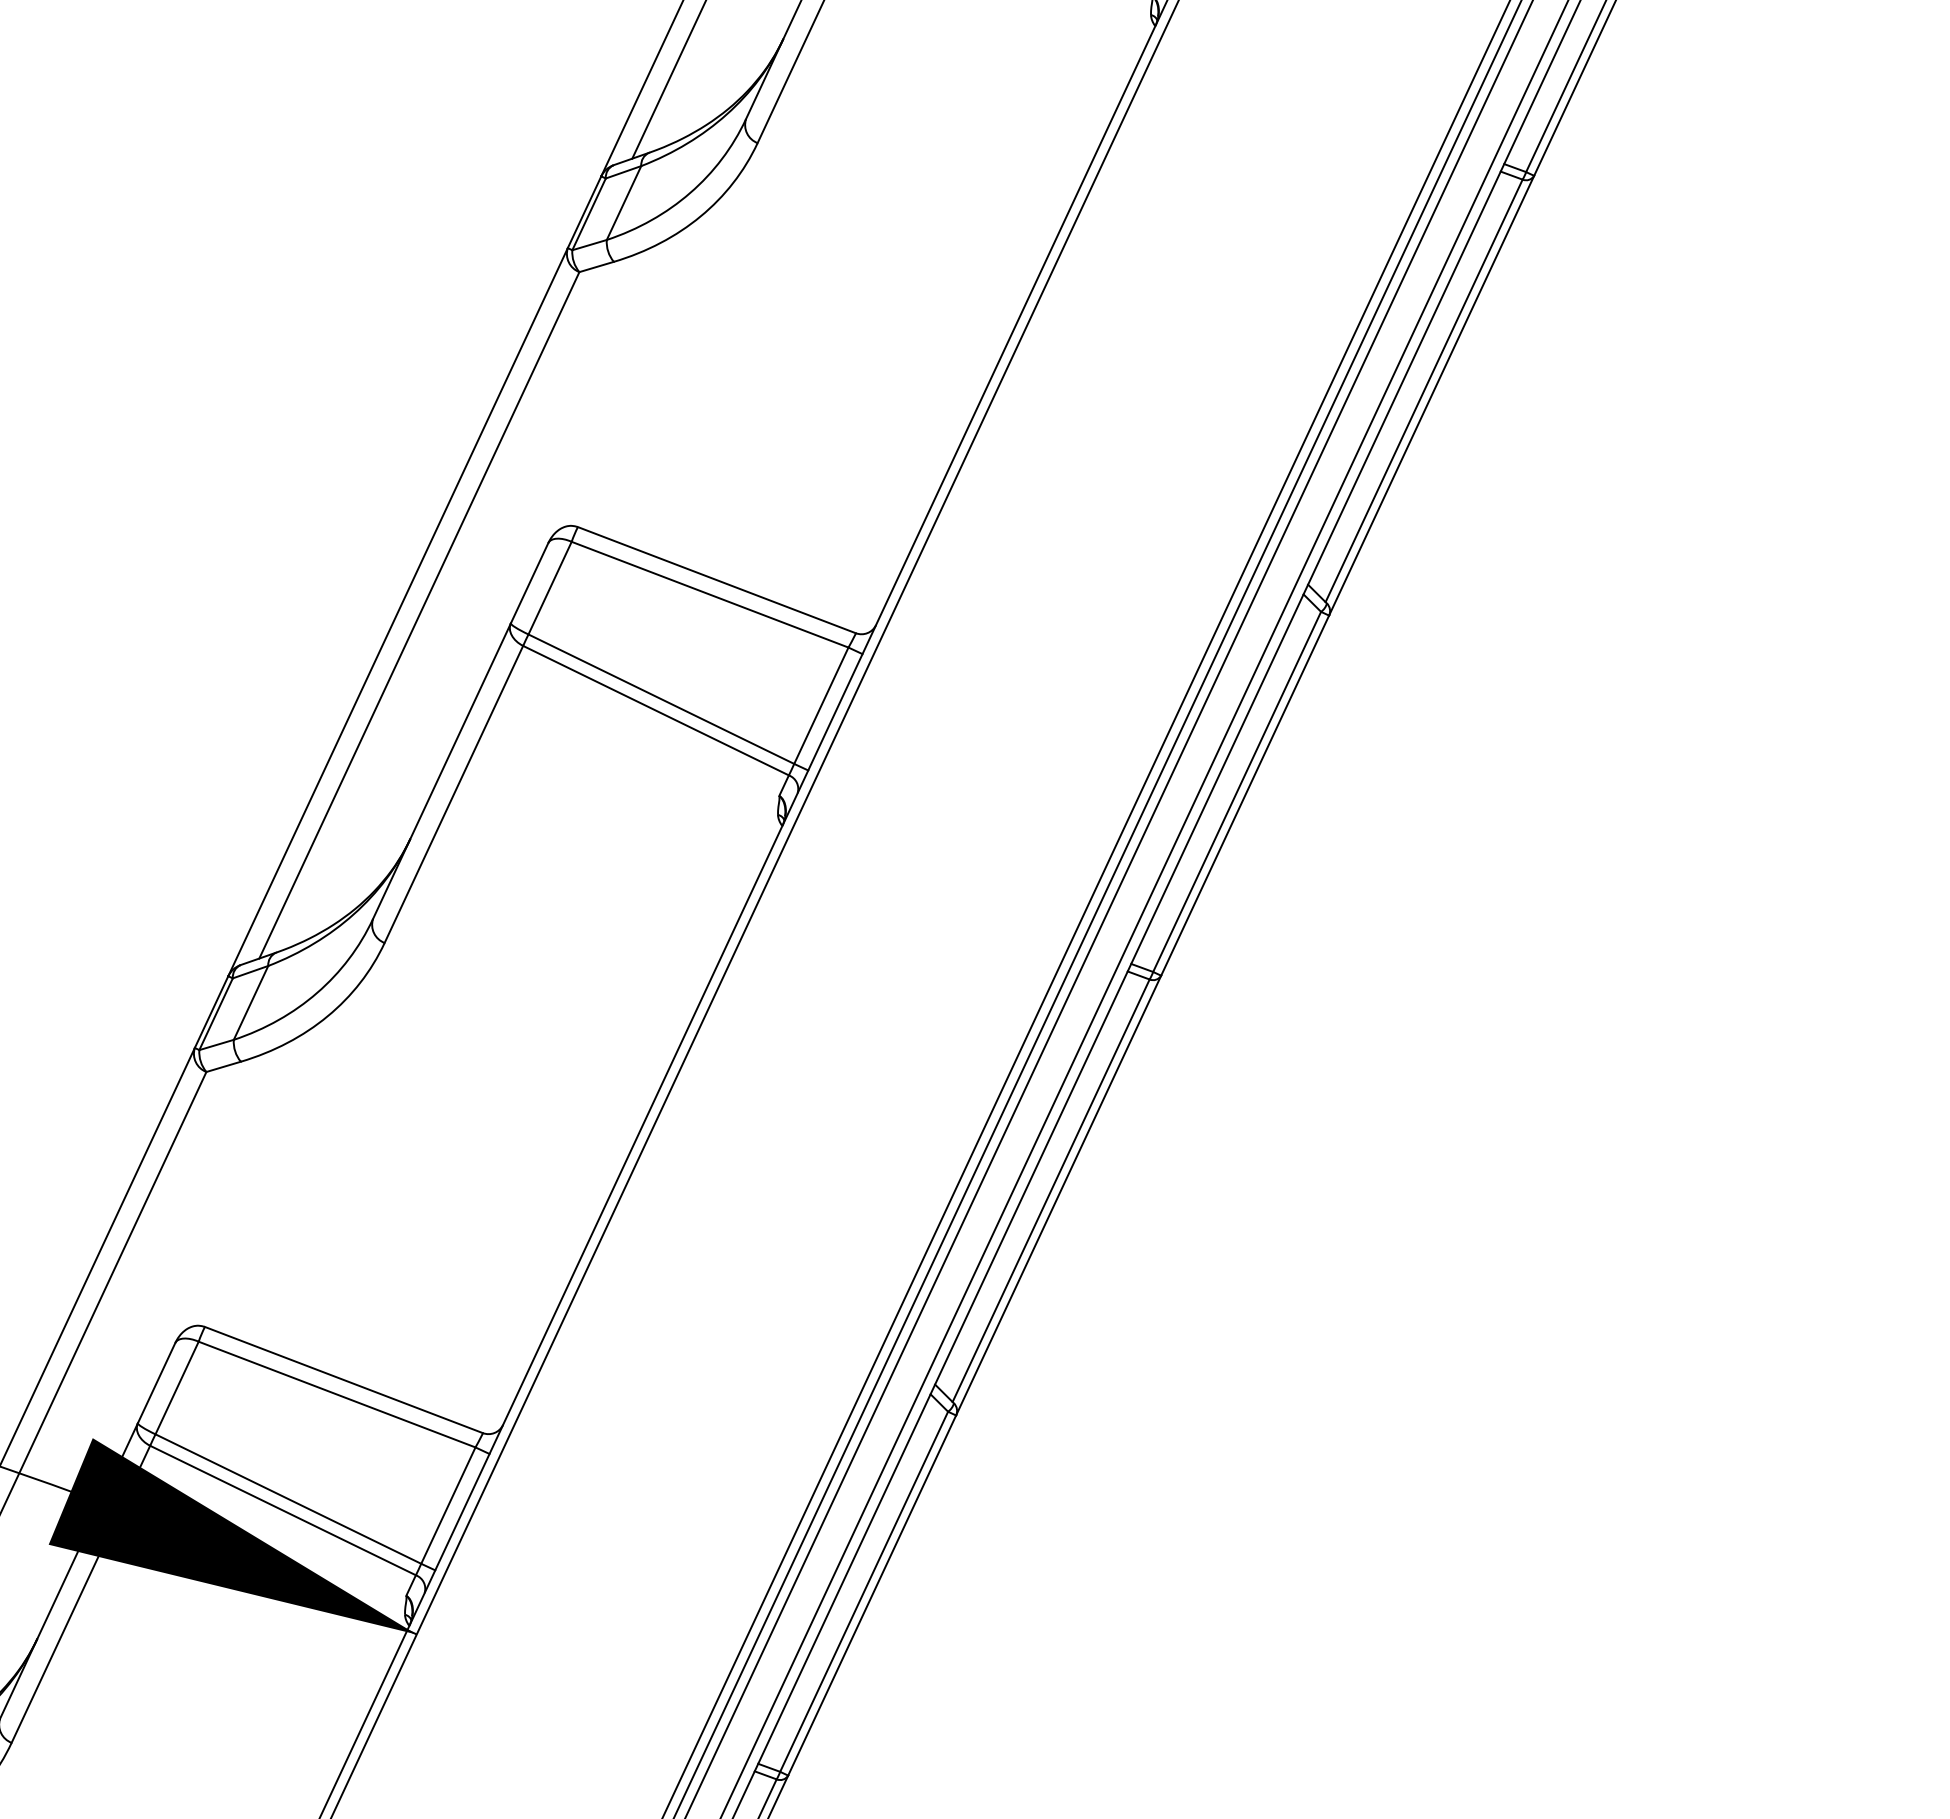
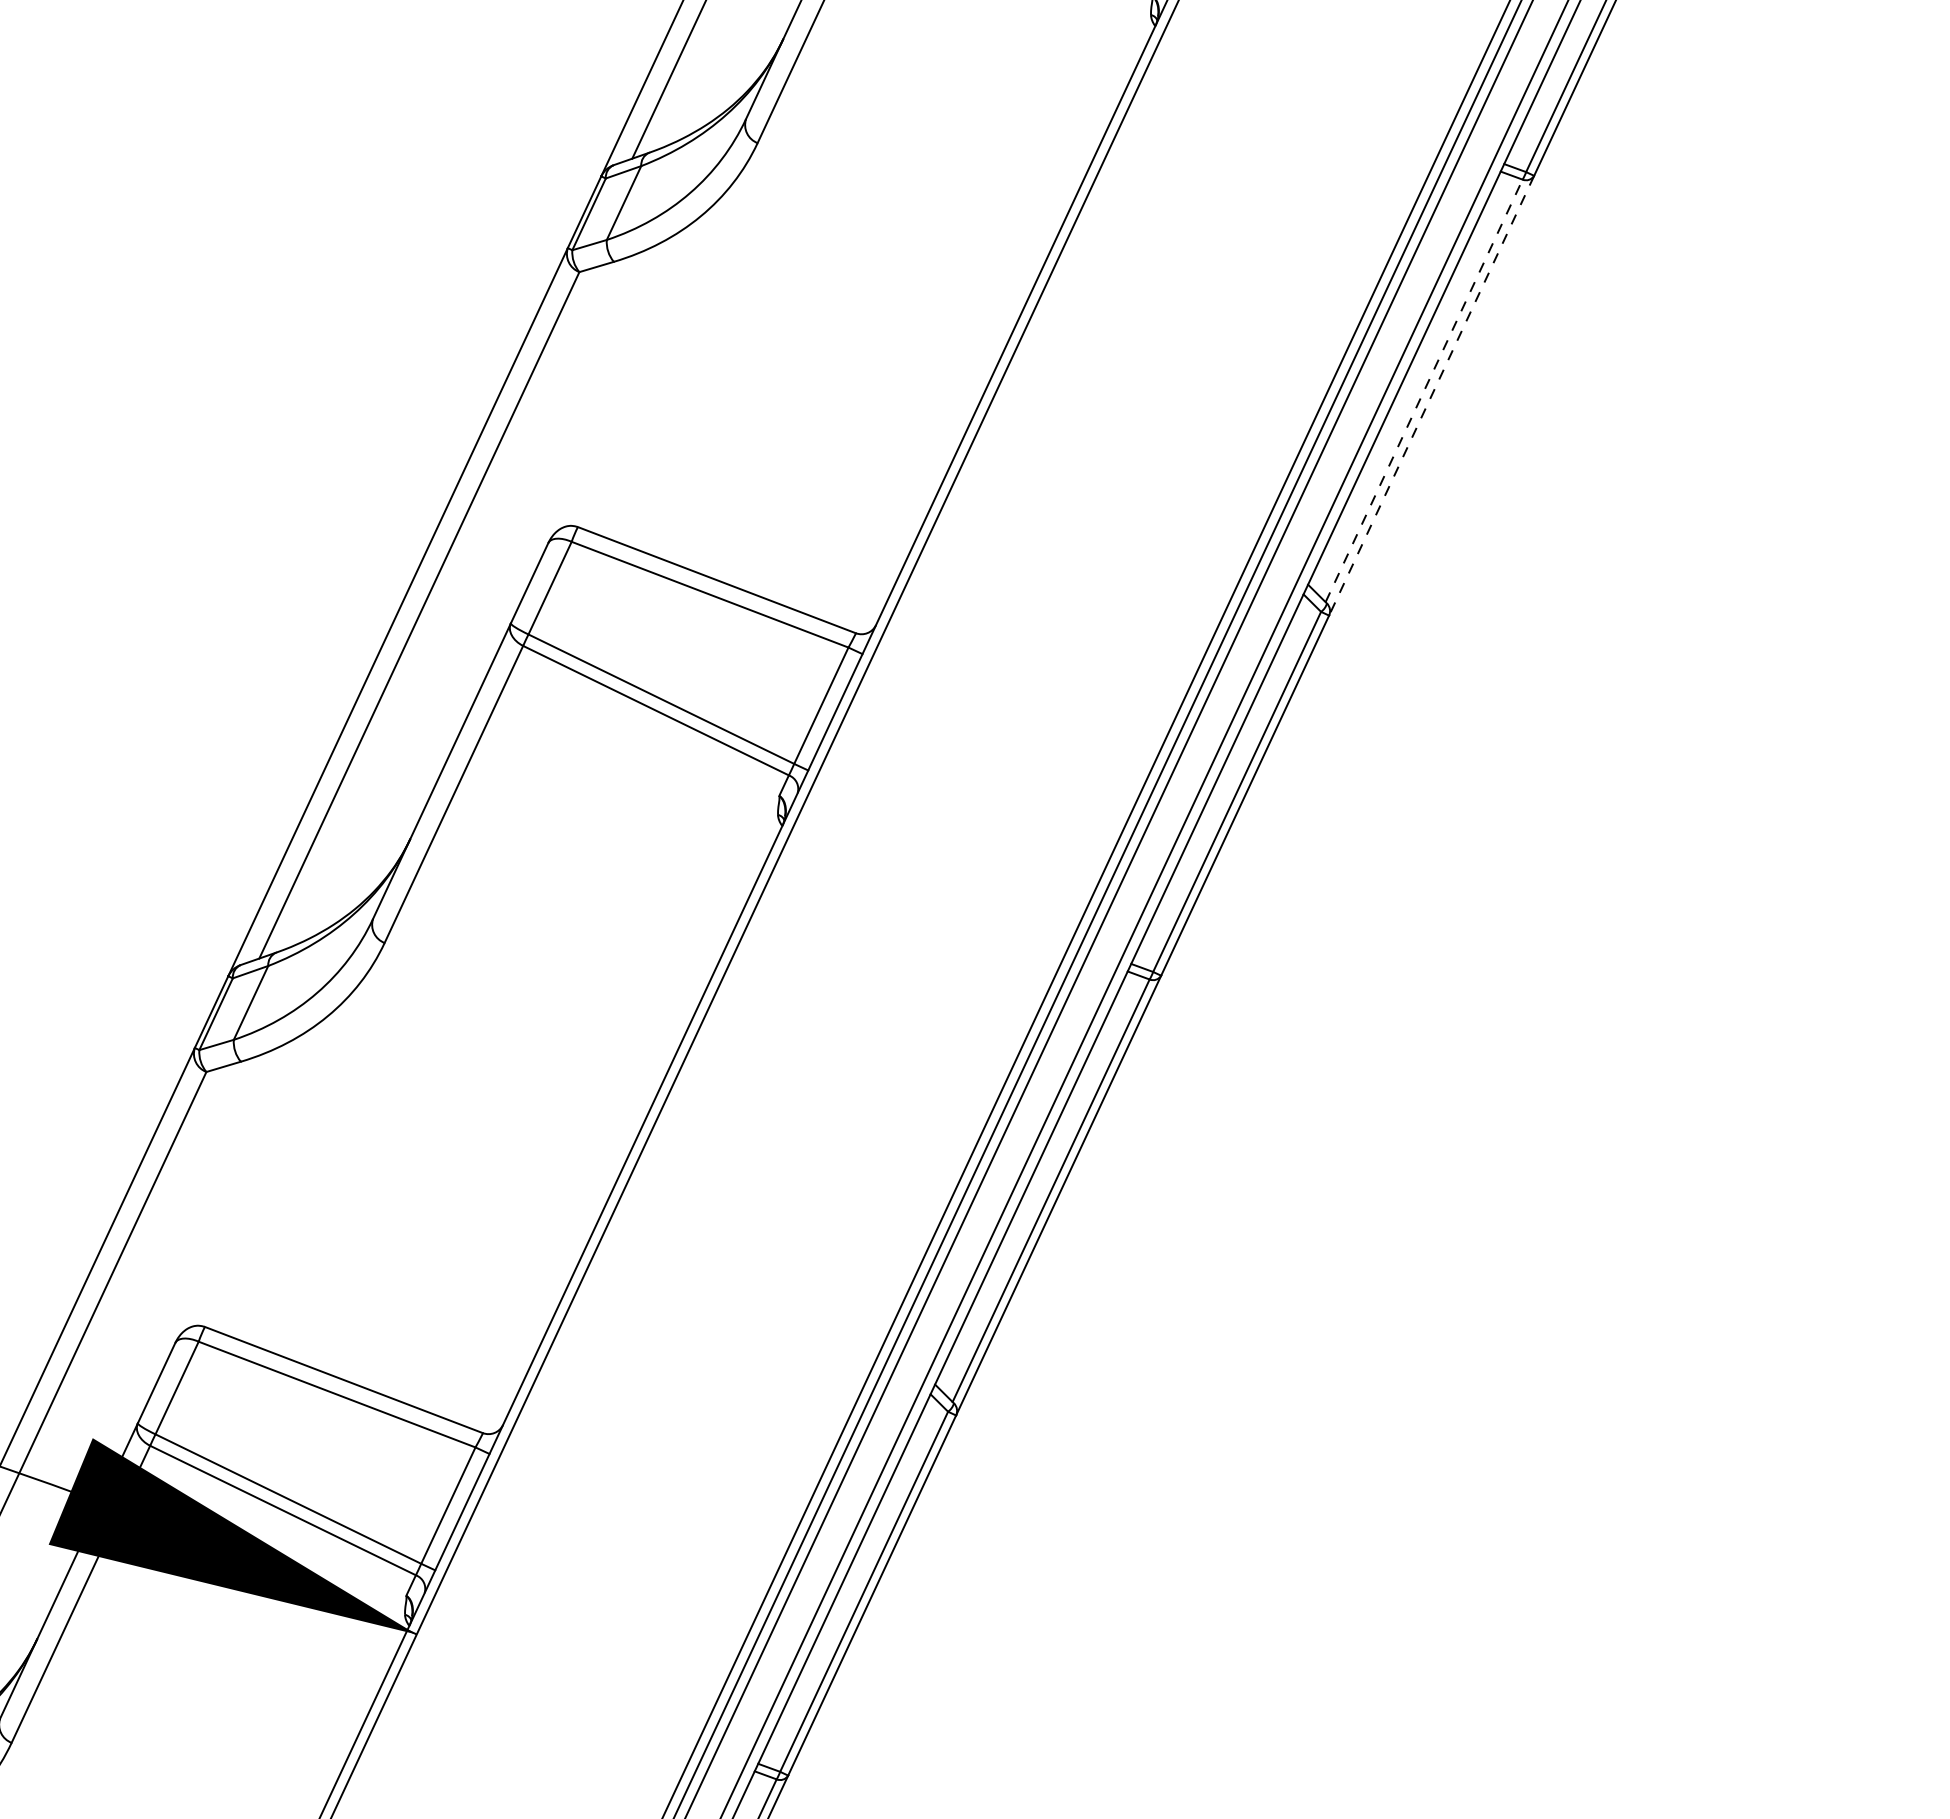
line at (1424, 390): solid -> dashed
line at (1431, 395): solid -> dashed
